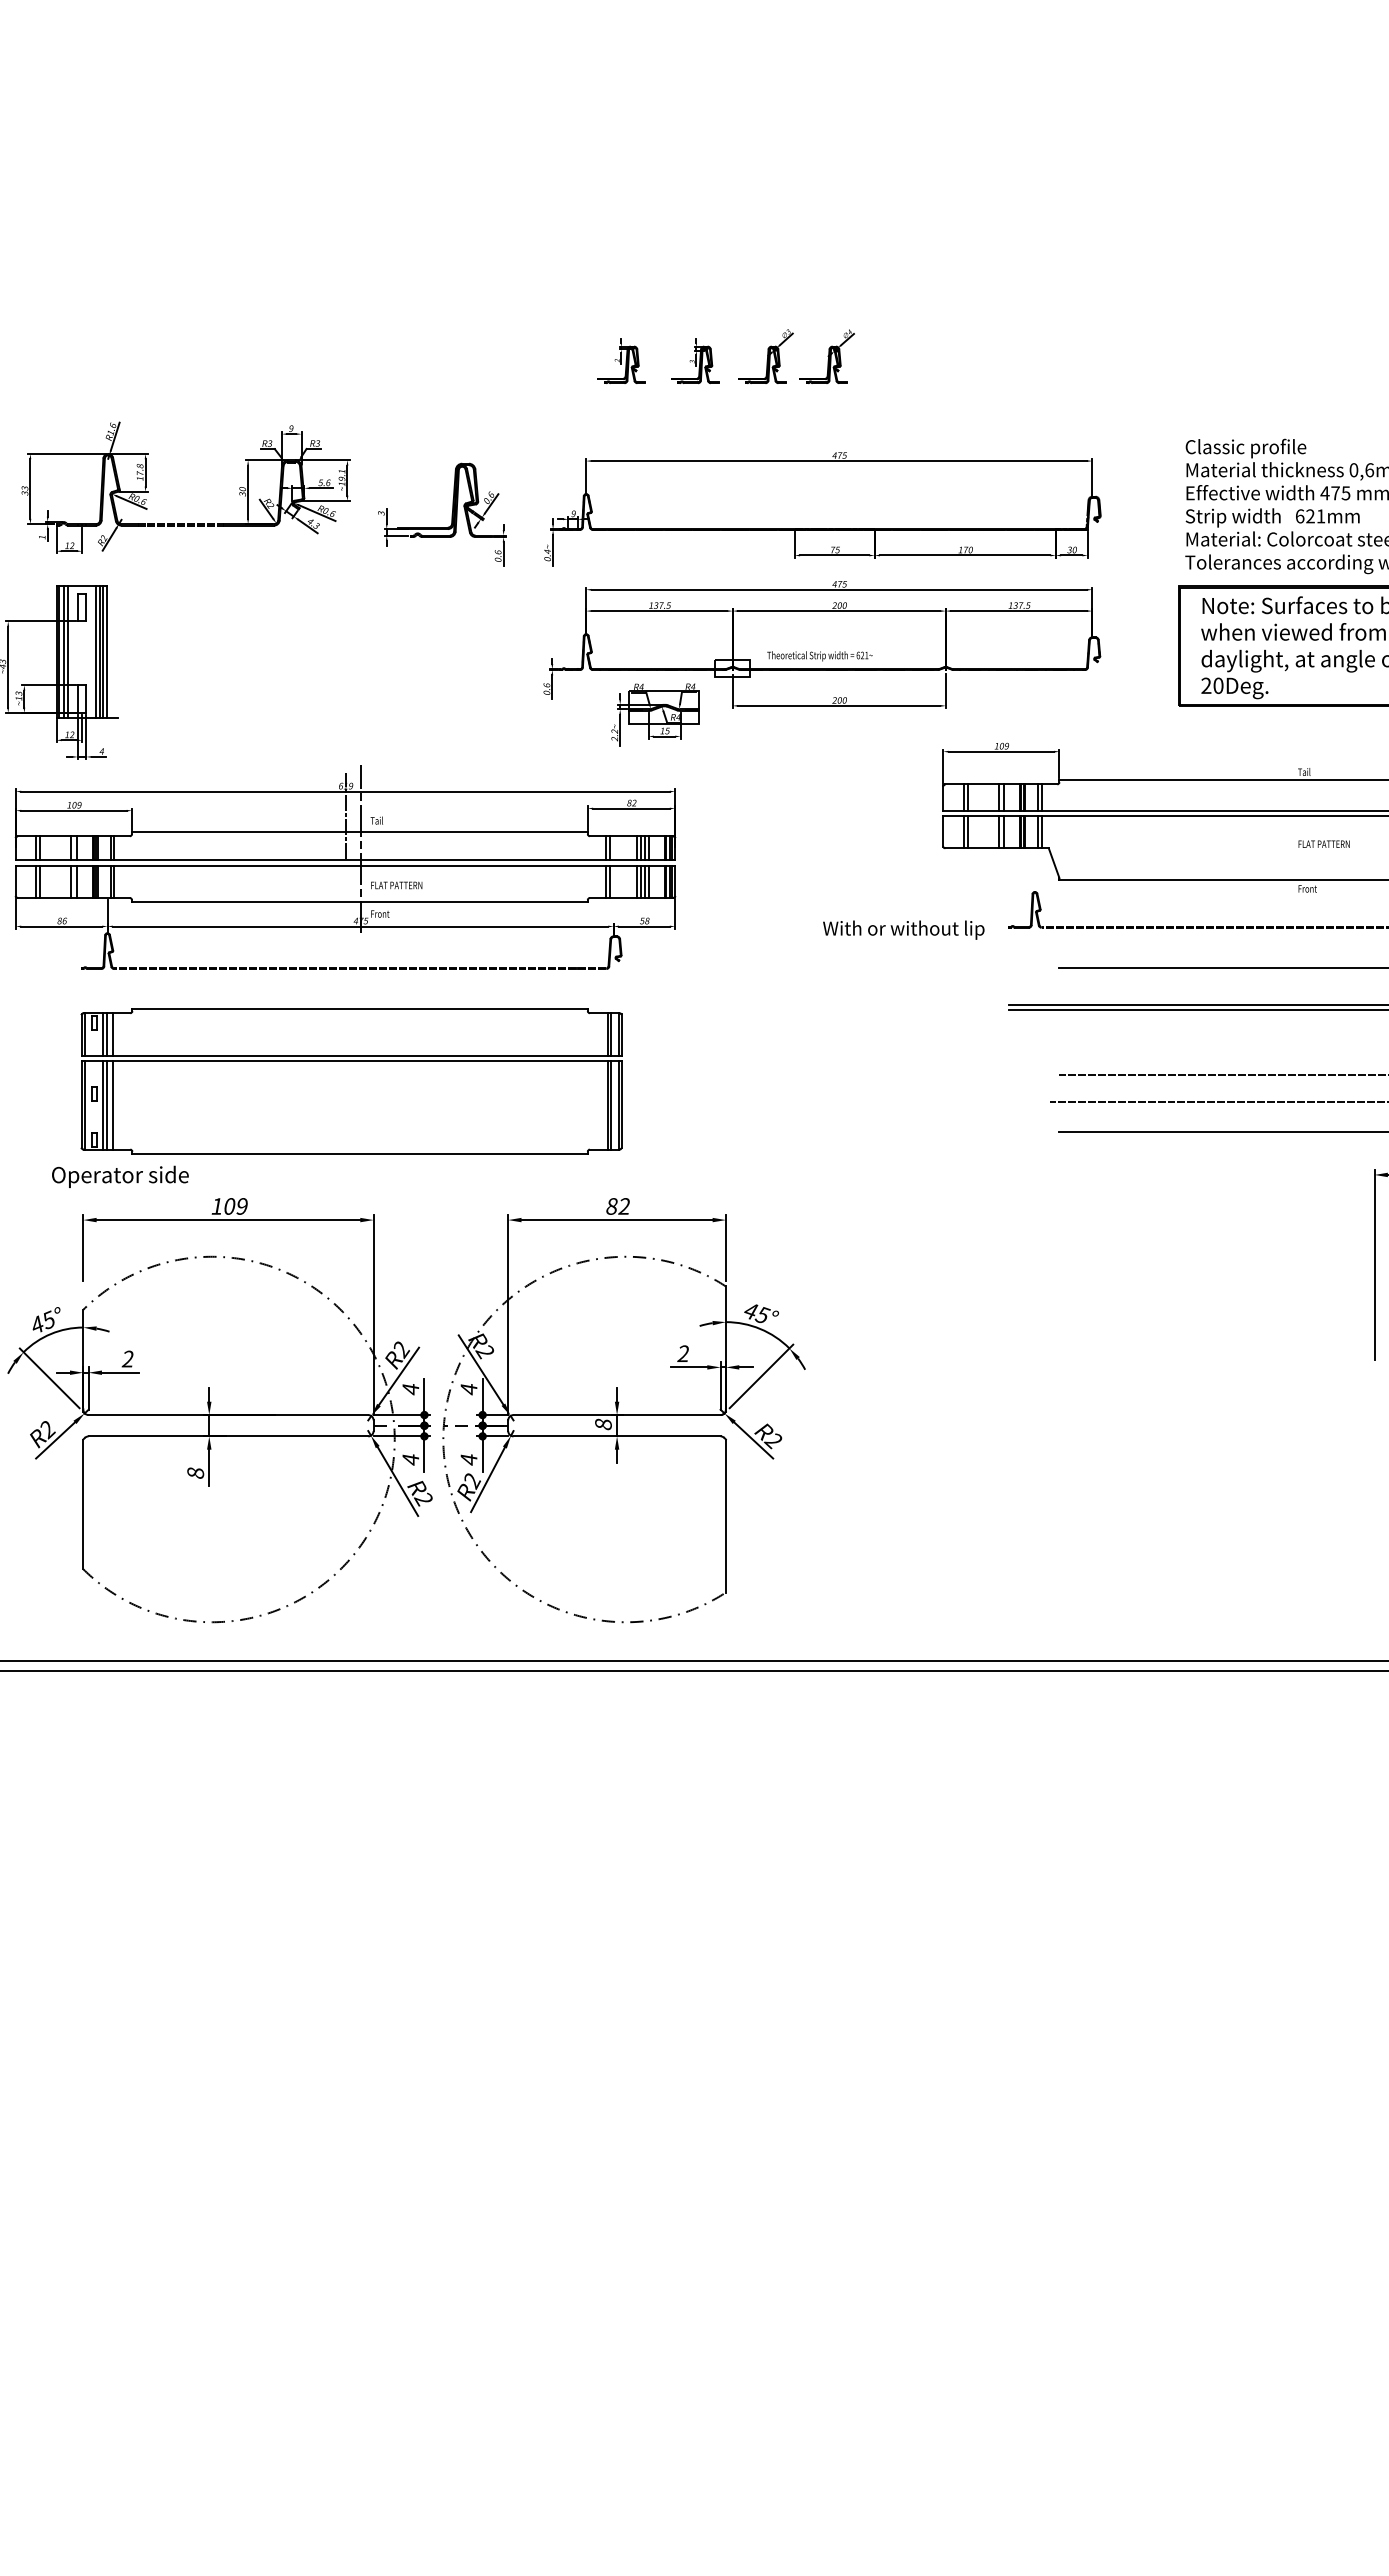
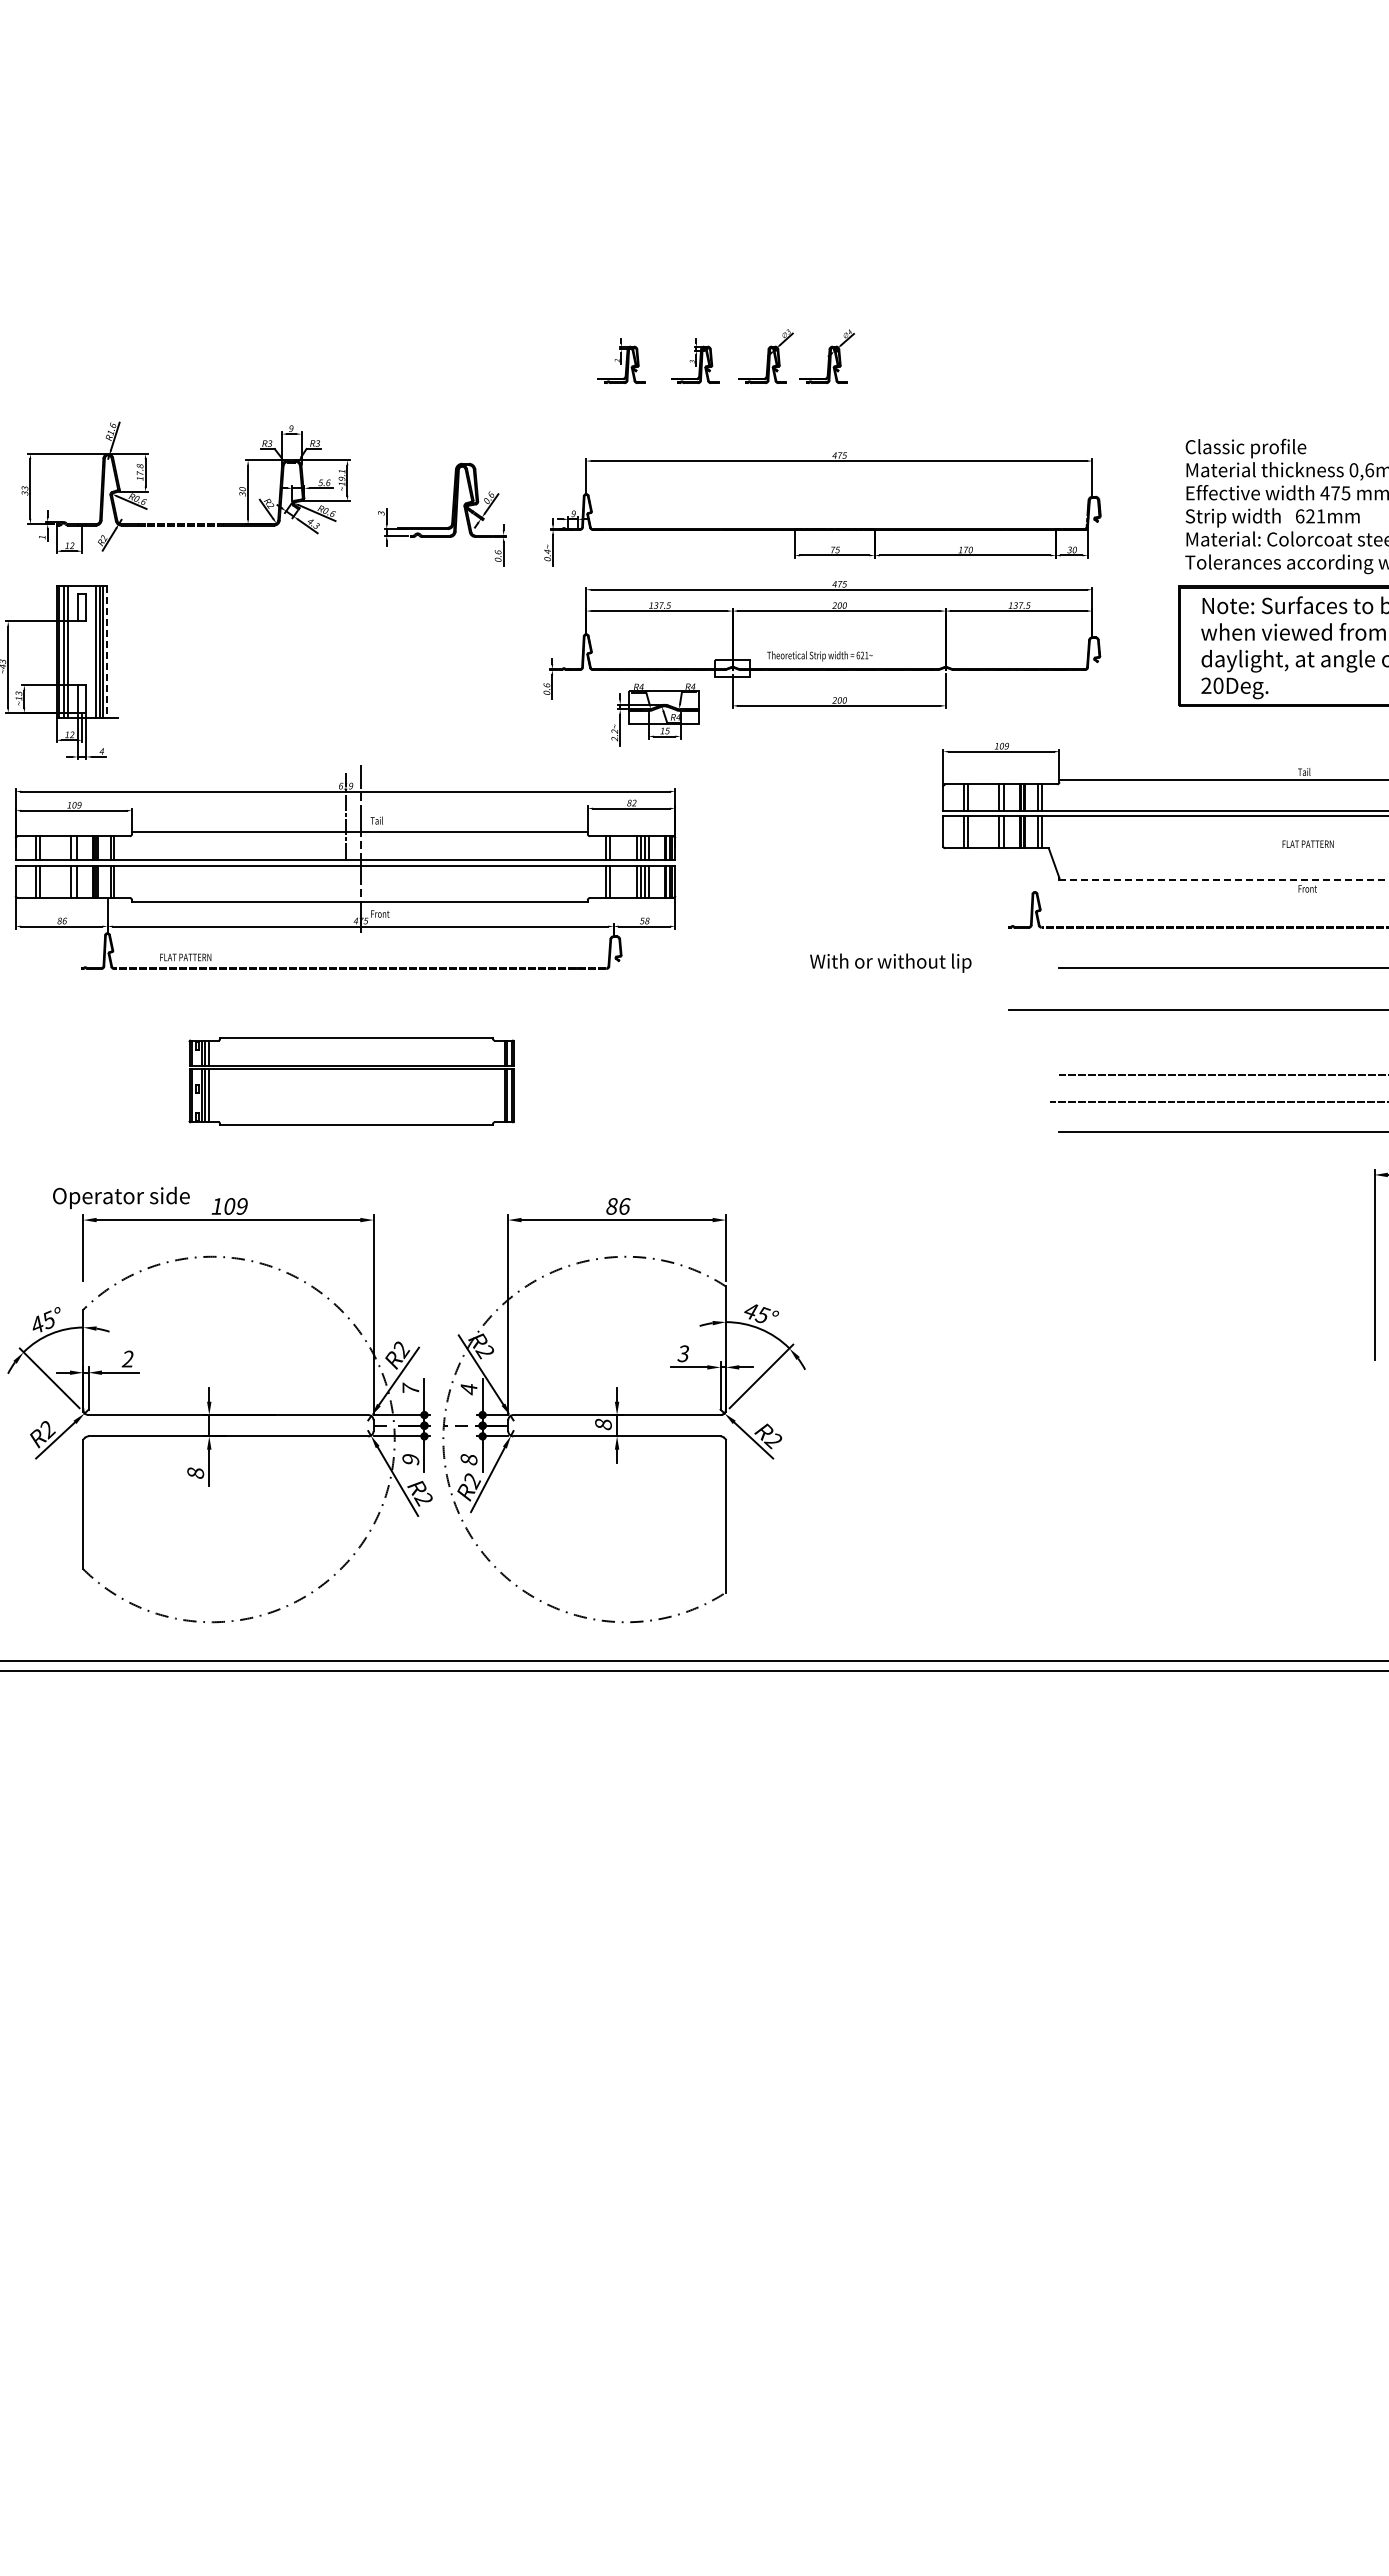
line at (107, 652): solid -> dashed
text at (1323, 843) position: (1323, 843) -> (1307, 843)
line at (1224, 880): solid -> dashed
text at (396, 885) position: (396, 885) -> (185, 957)
text at (903, 929) position: (903, 929) -> (890, 962)
line at (1197, 1005): present -> none
part at (351, 1081) size: 543x147 px -> 327x89 px
text at (120, 1176) position: (120, 1176) -> (121, 1197)
text at (624, 1206): 82 -> 86
text at (683, 1354): 2 -> 3
text at (410, 1388): 4 -> 7
text at (410, 1459): 4 -> 9
text at (468, 1459): 4 -> 8
